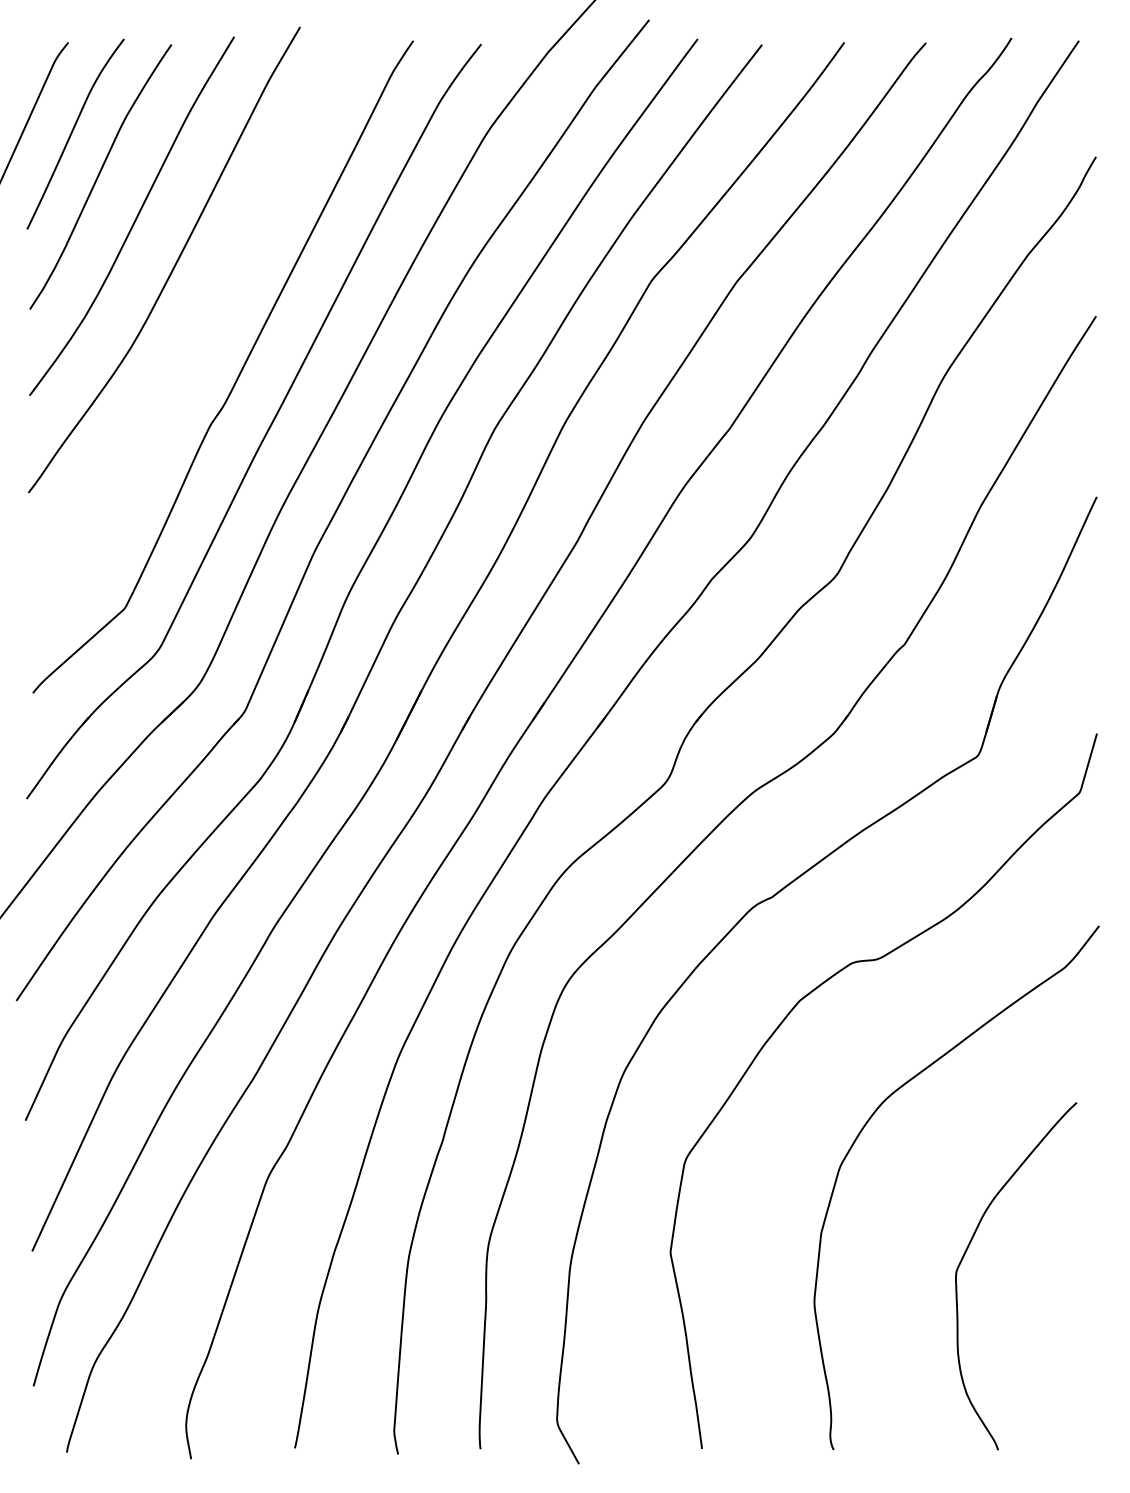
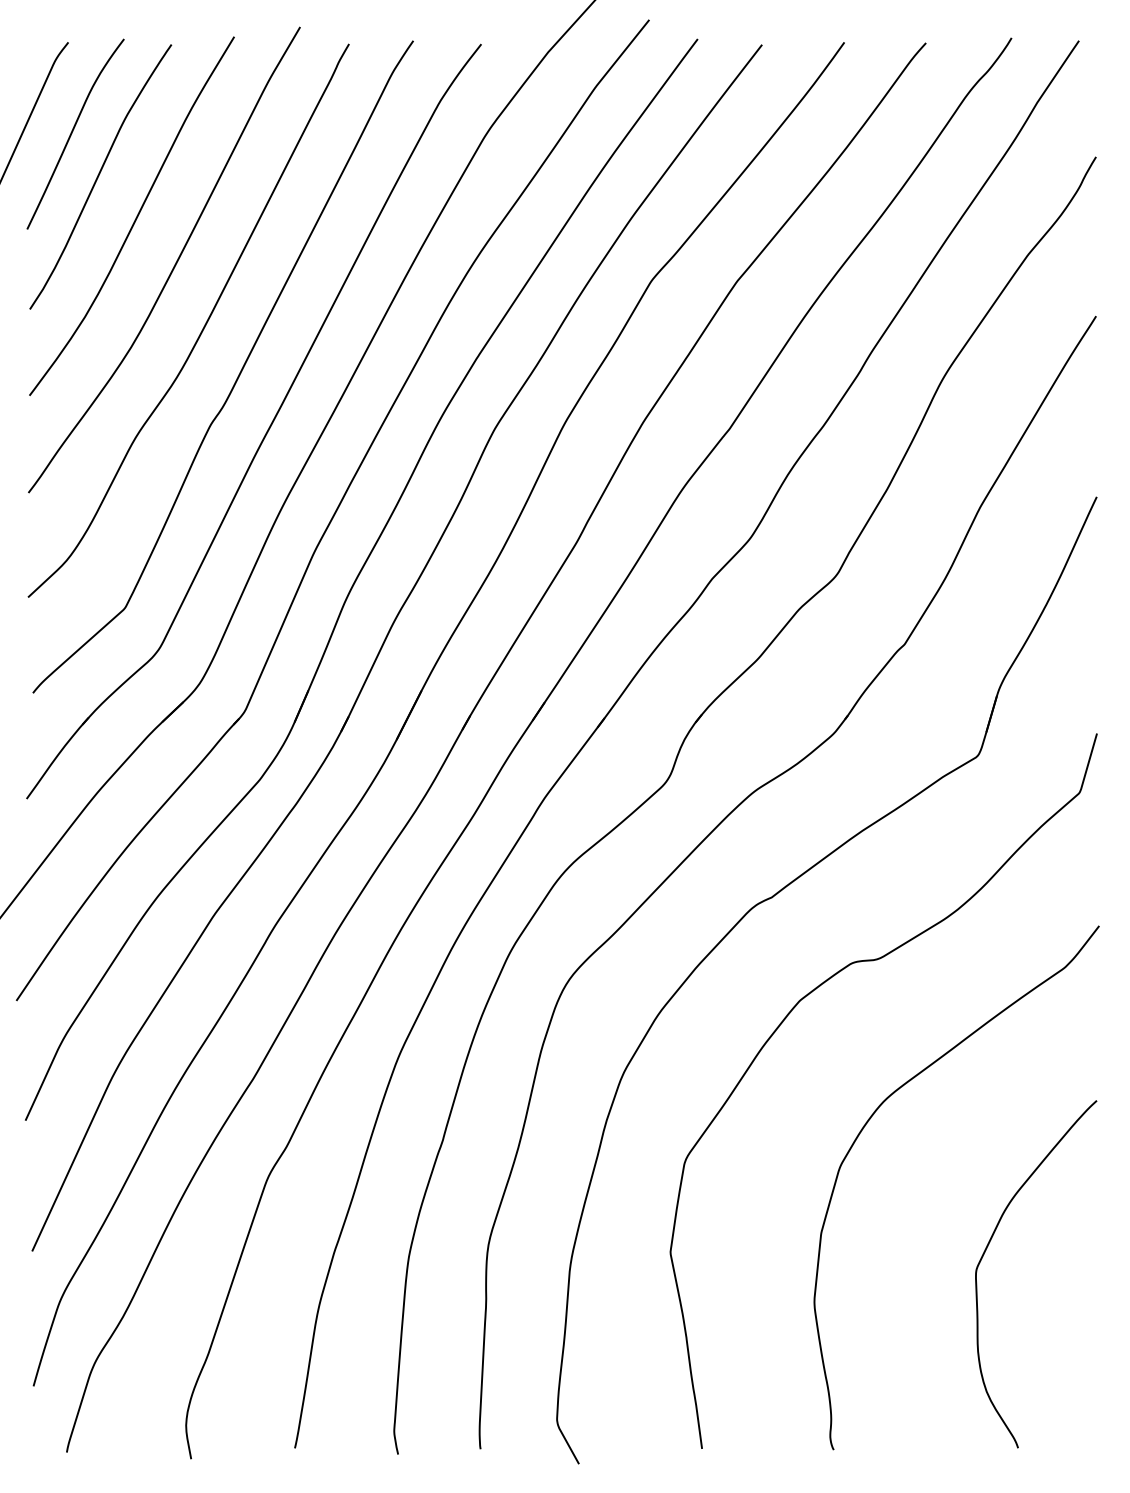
curve at (202, 328): none -> present
curve at (966, 1252) position: (966, 1252) -> (986, 1250)
